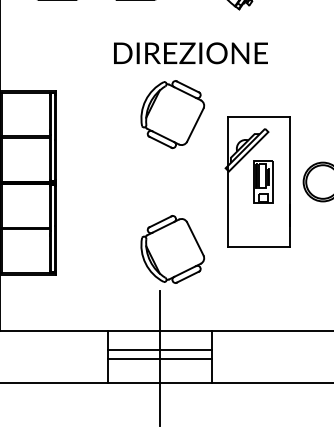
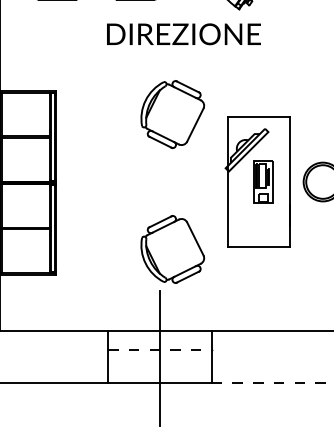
text at (190, 53) position: (190, 53) -> (183, 34)
line at (160, 349): solid -> dashed
line at (159, 359): present -> none
line at (272, 382): solid -> dashed
